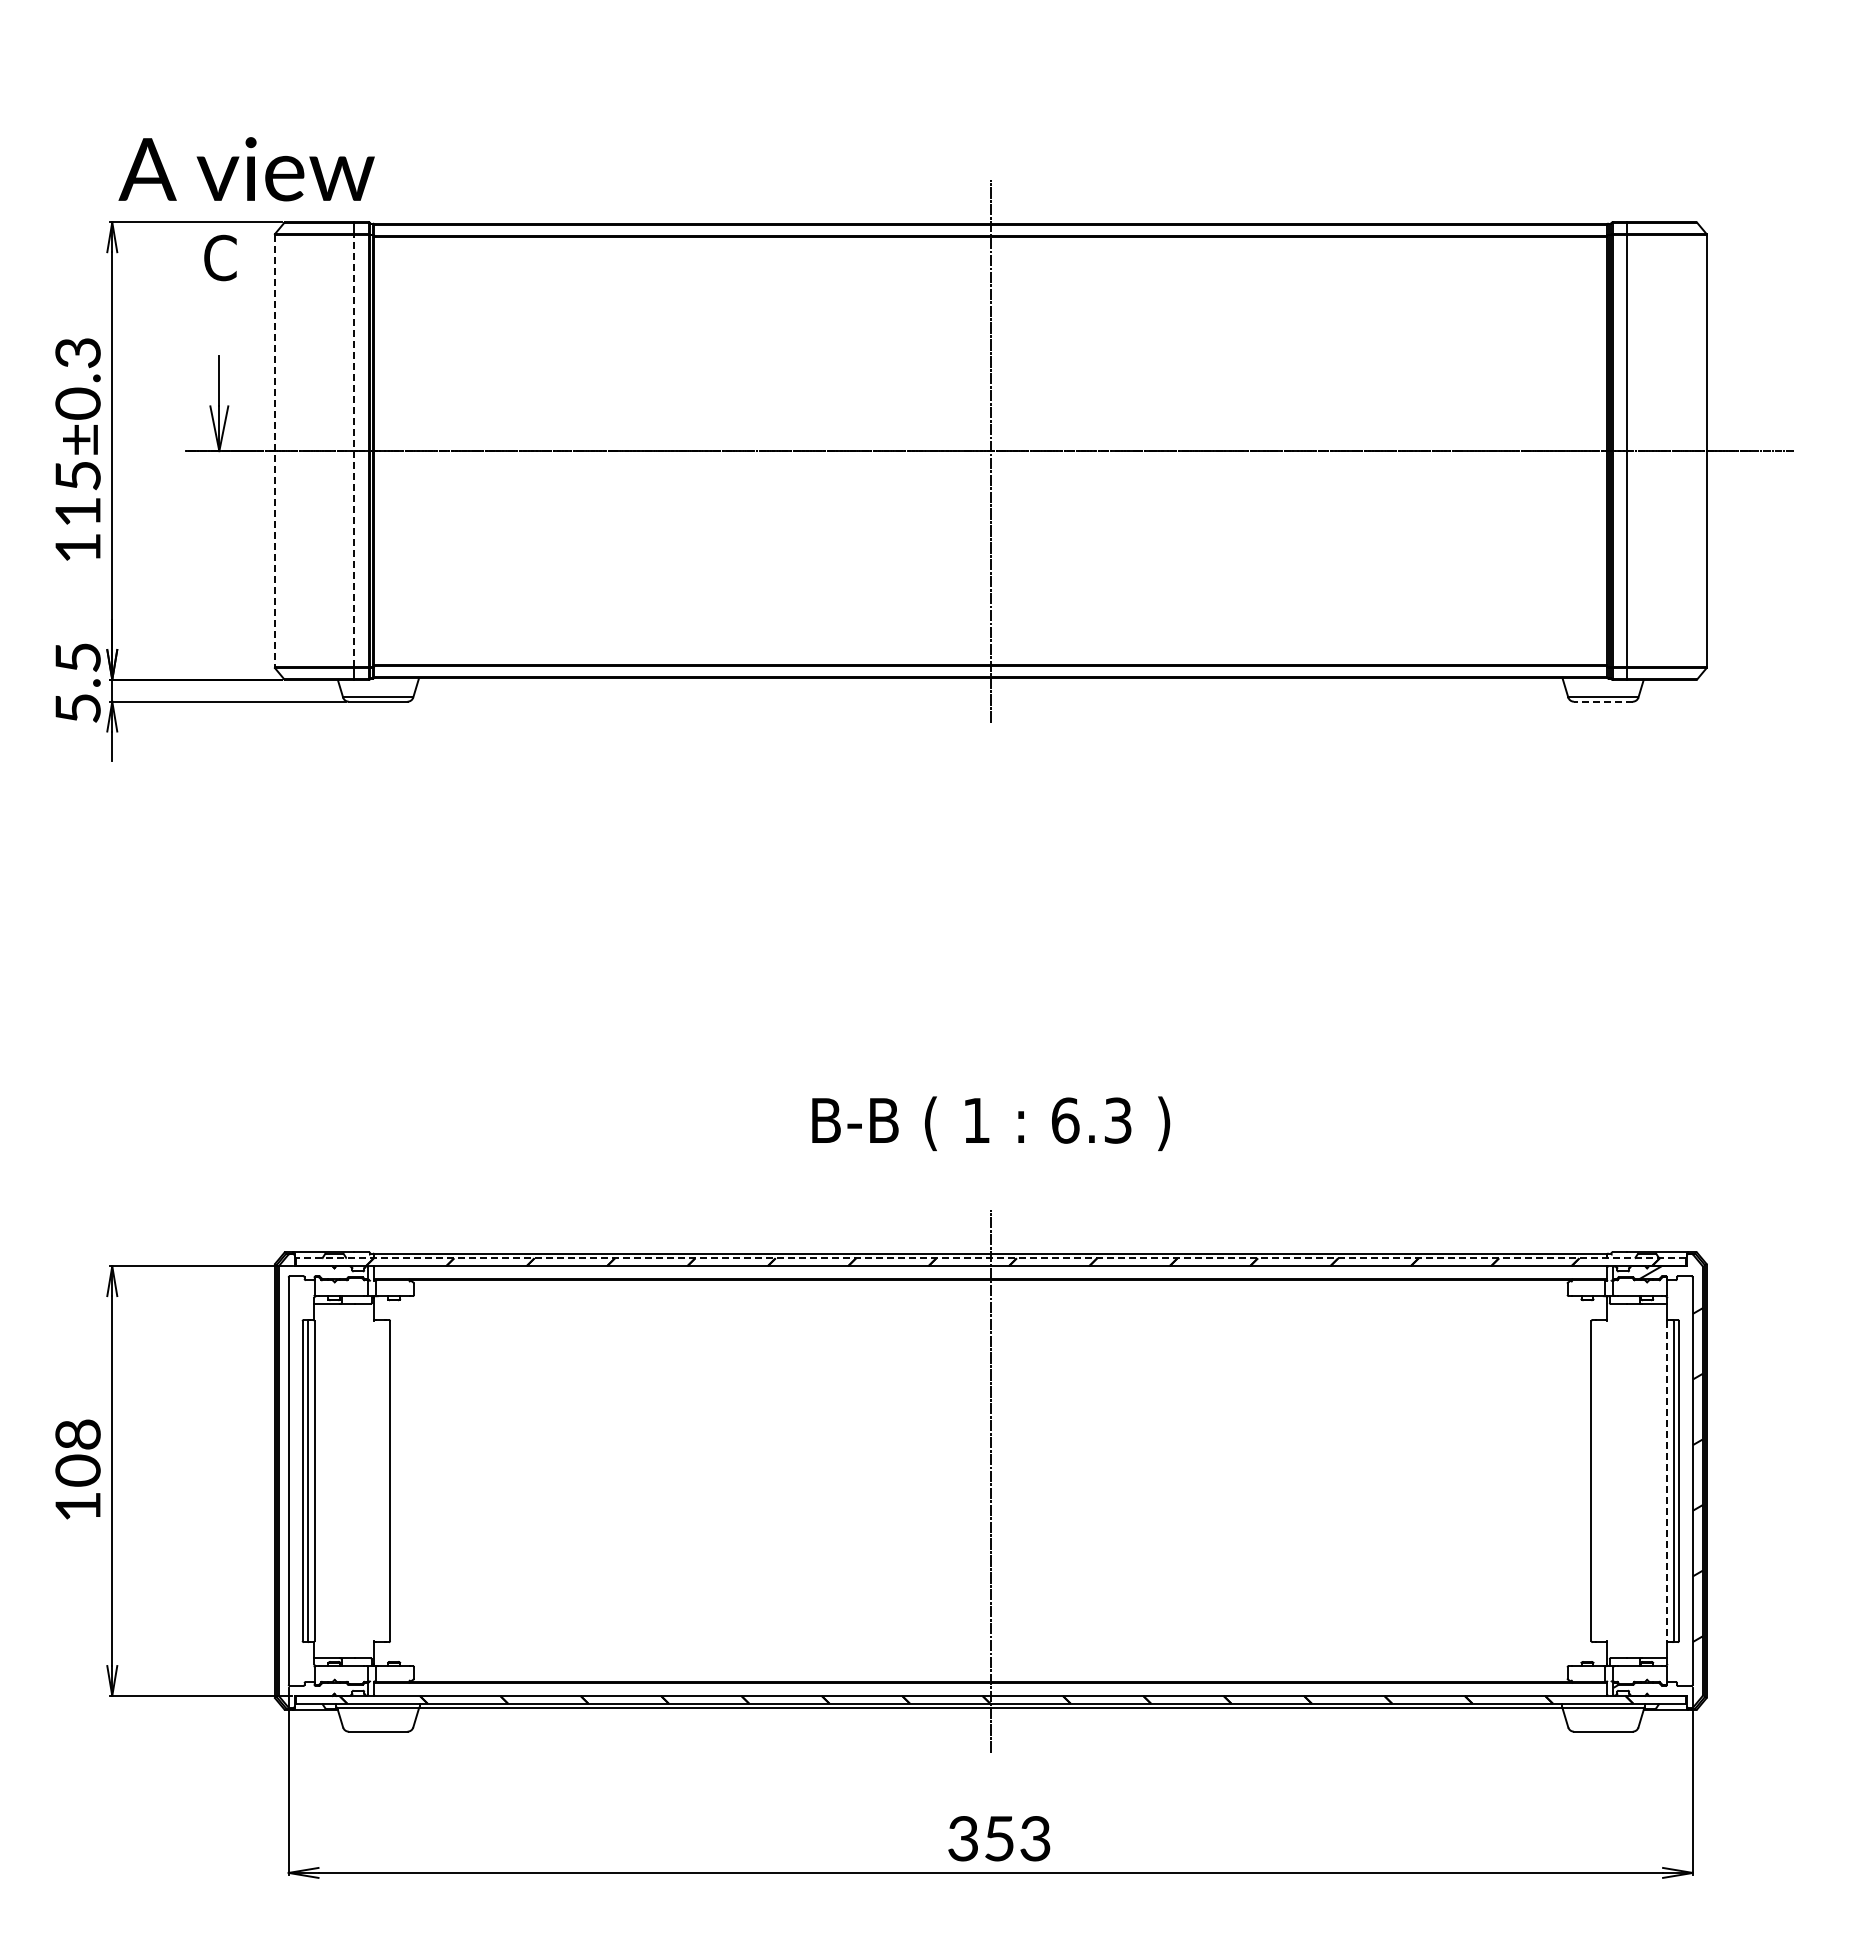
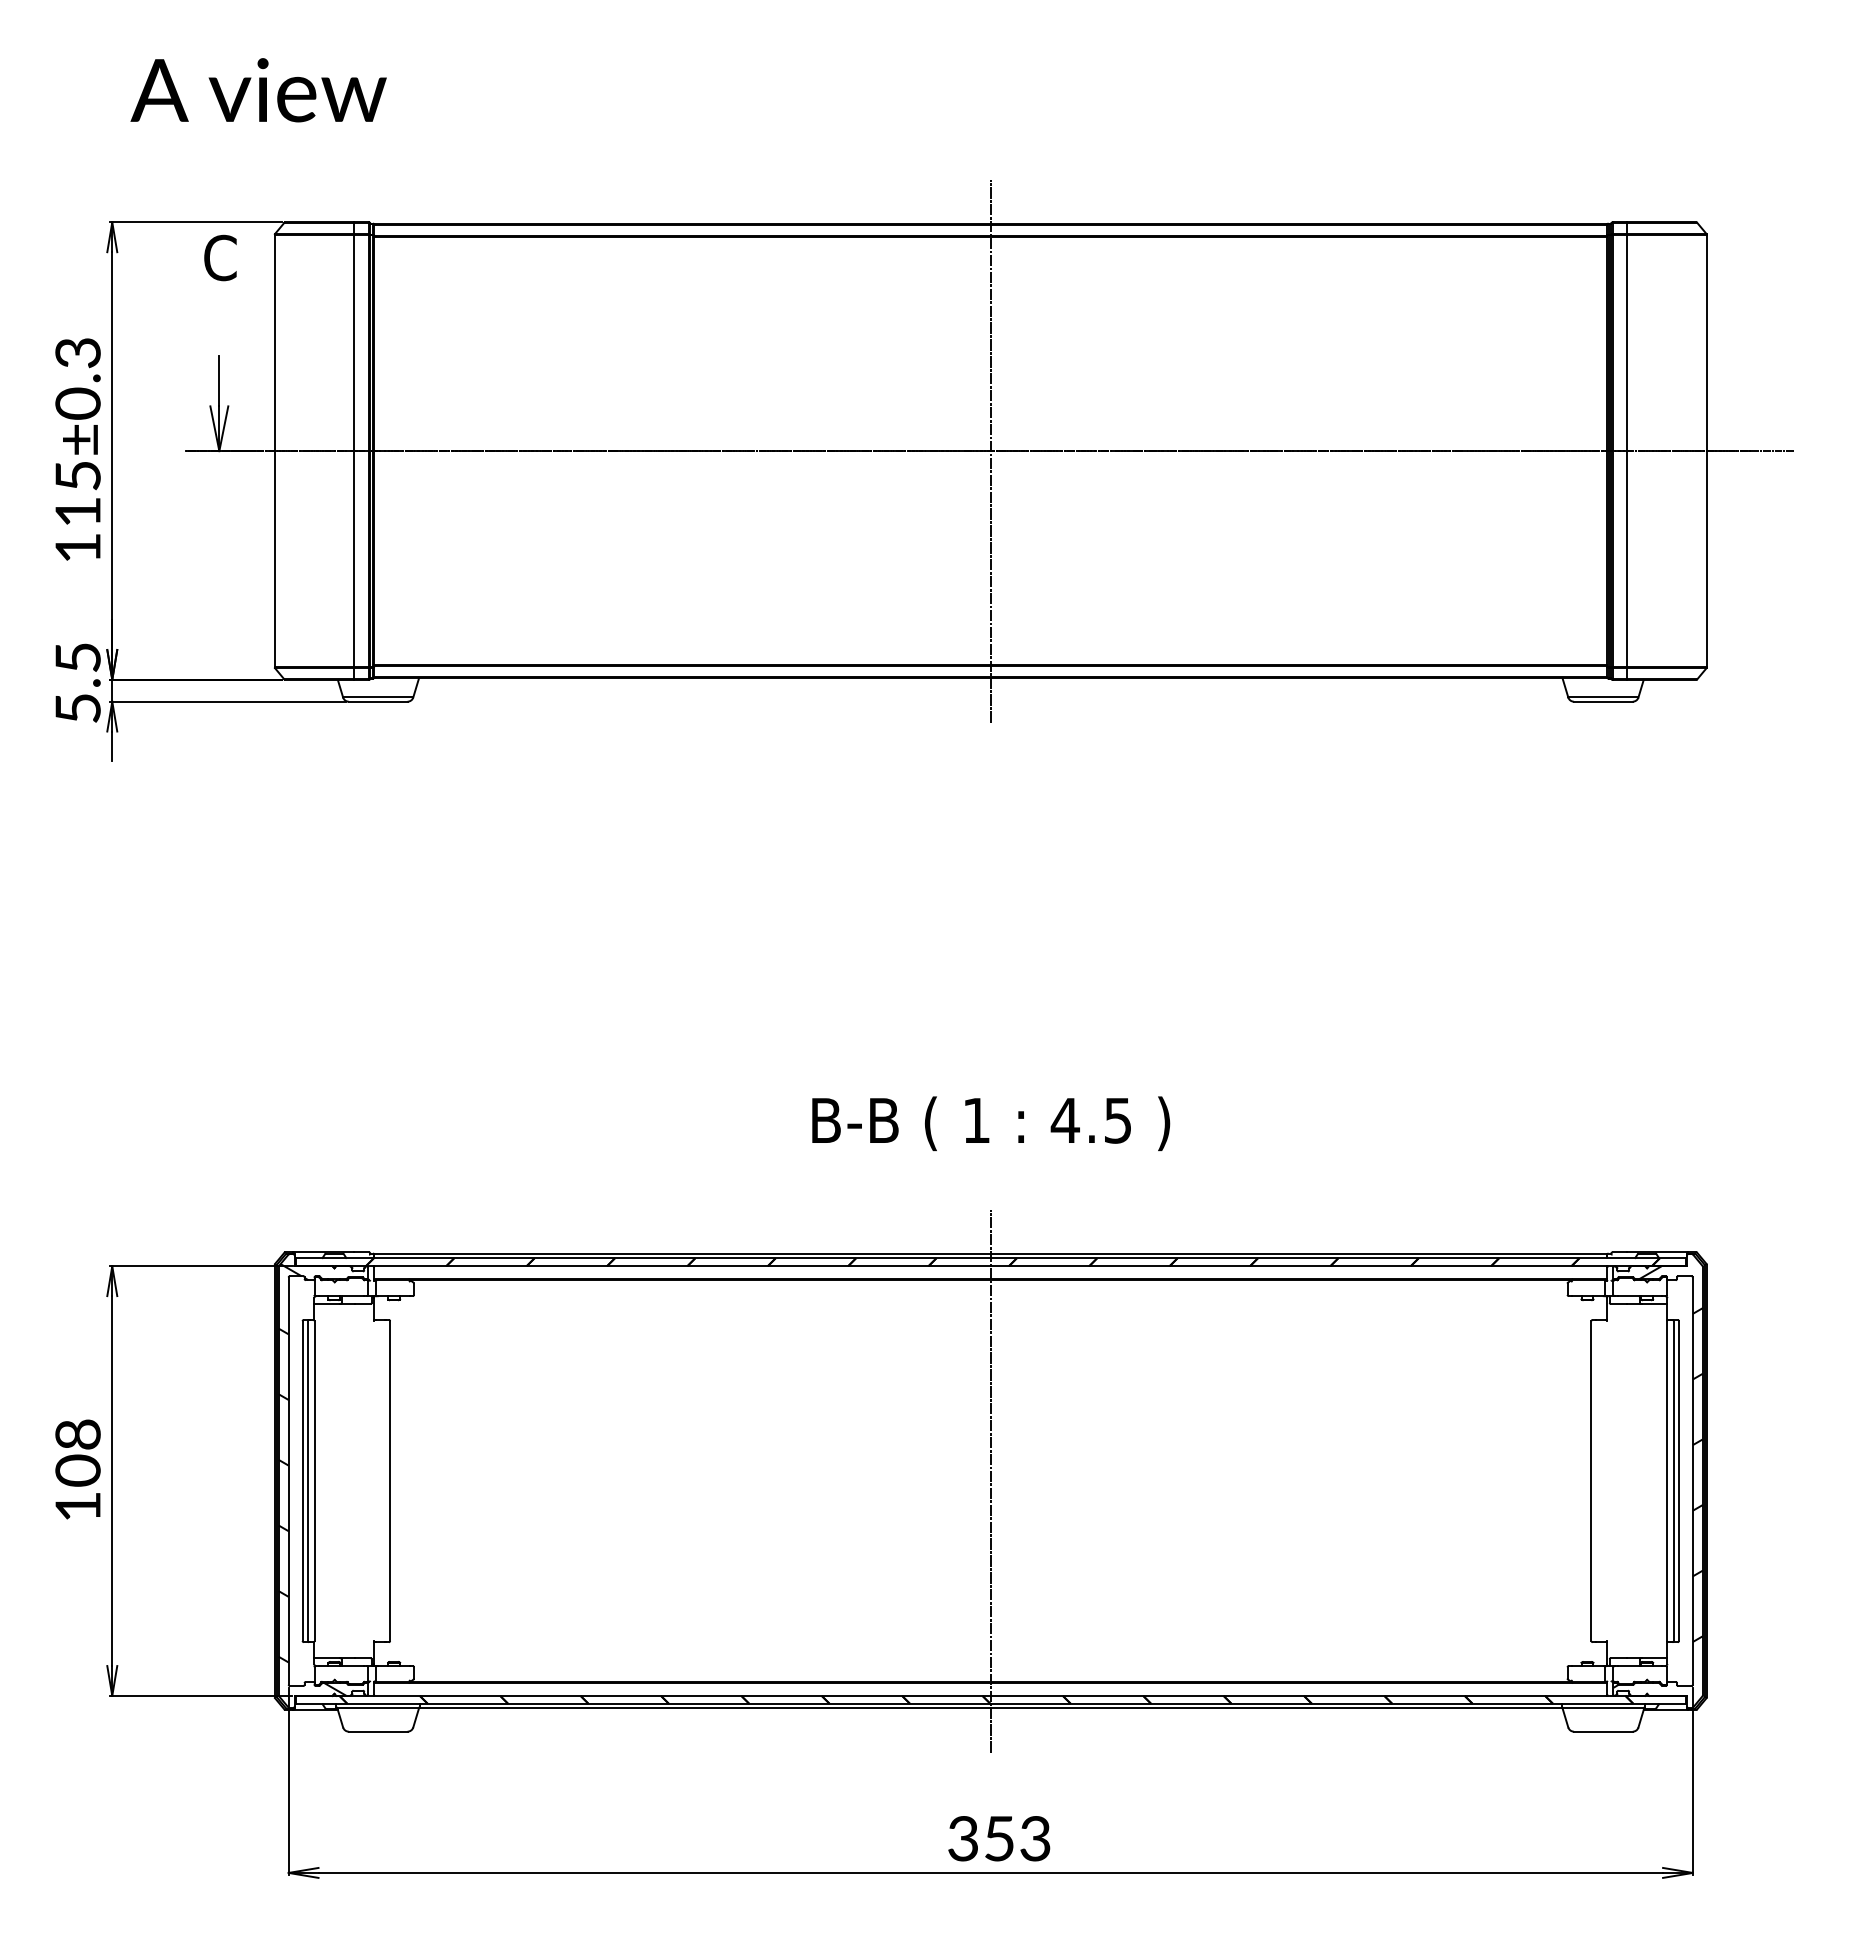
text at (246, 169) position: (246, 169) -> (258, 90)
line at (354, 450): dashed -> solid
line at (274, 451): dashed -> solid
line at (1602, 701): dashed -> solid
text at (1090, 1120): 6.3 -> 4.5
line at (990, 1258): dashed -> solid
hatch at (312, 1479): none -> present
line at (1667, 1481): dashed -> solid
